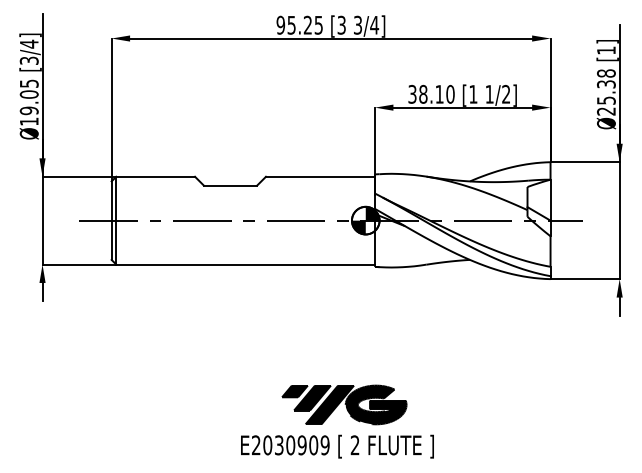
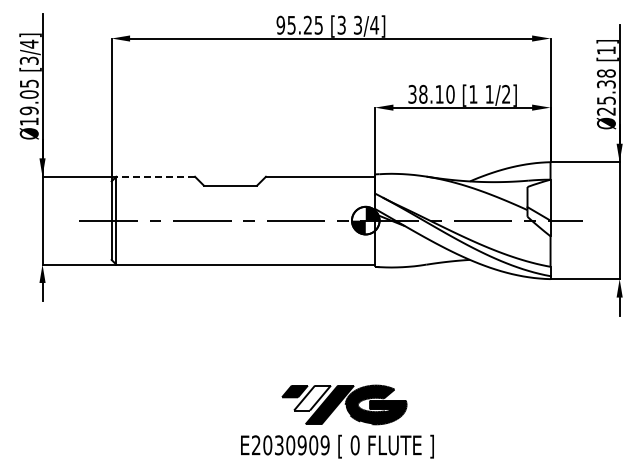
line at (155, 176): solid -> dashed
fill at (312, 397): present -> none
text at (354, 445): 2 -> 0
